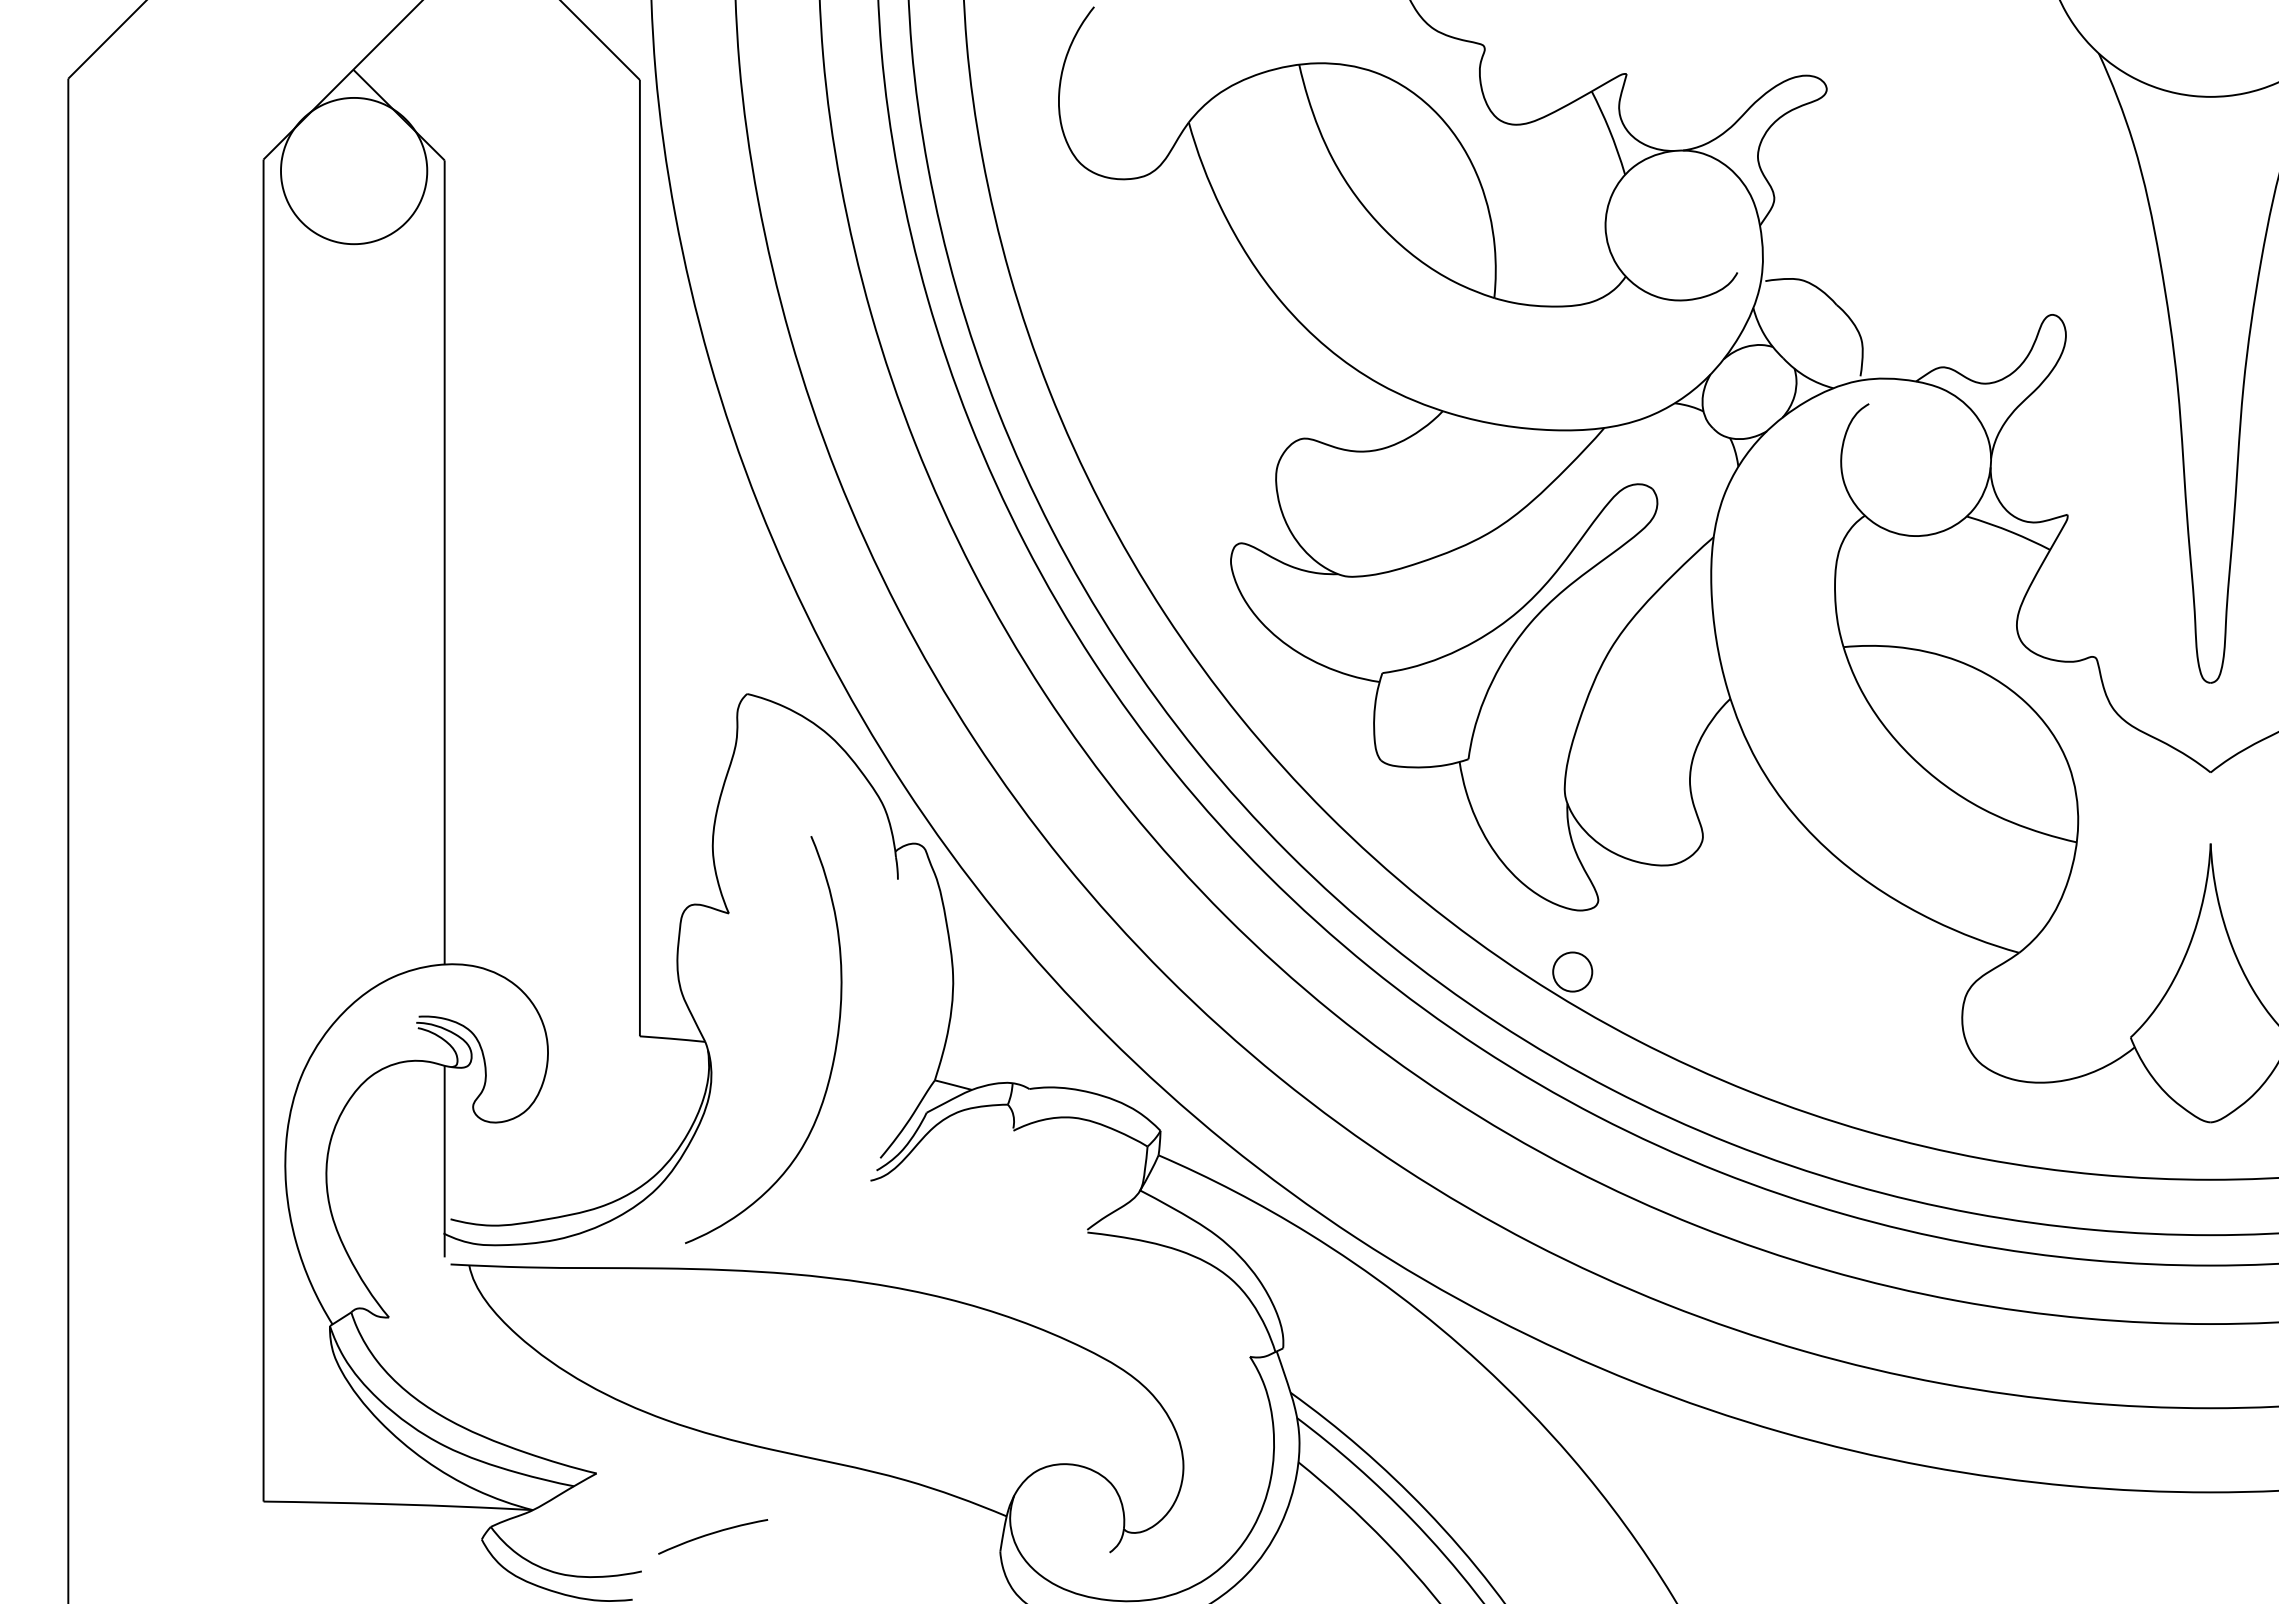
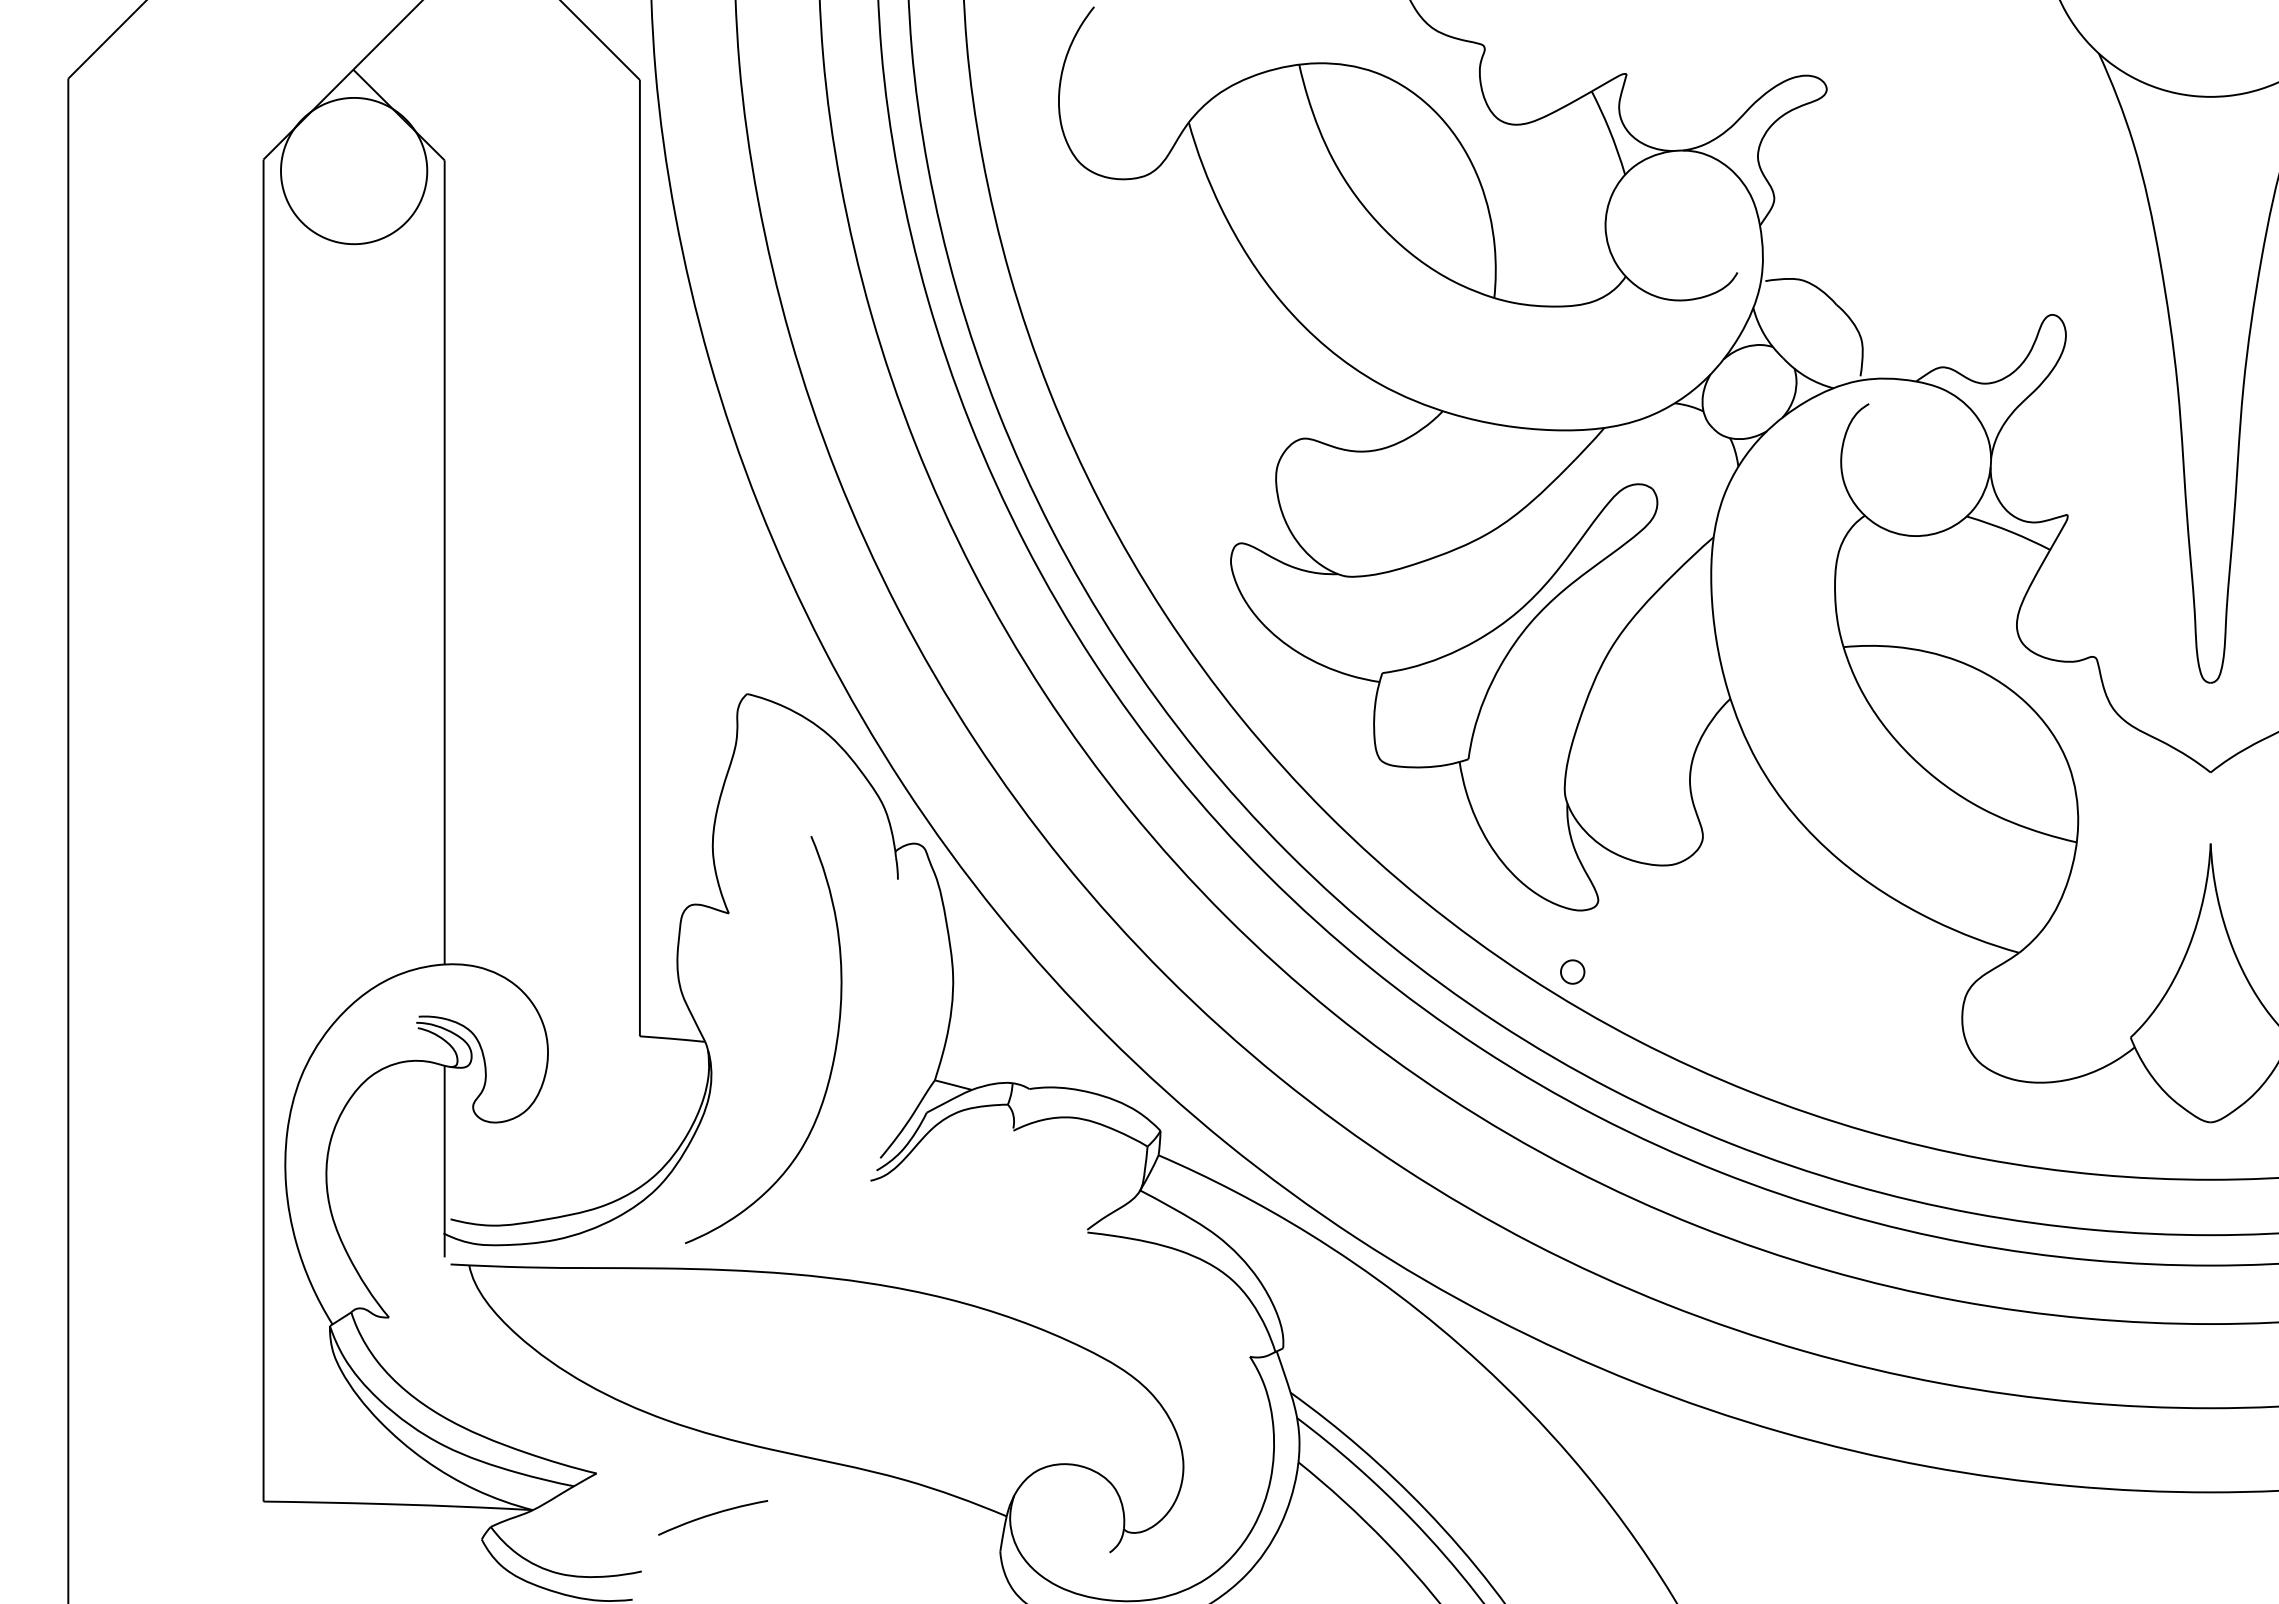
circle at (1572, 971) diameter: 39 px -> 23 px
curve at (712, 1534) position: (712, 1534) -> (712, 1515)
